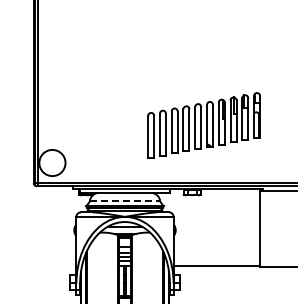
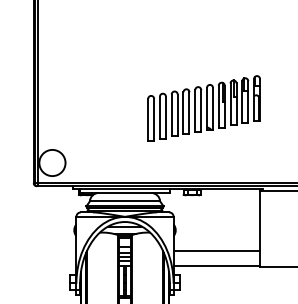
part at (203, 125) position: (203, 125) -> (203, 108)
line at (125, 201): dashed -> solid
line at (216, 251): none -> present
